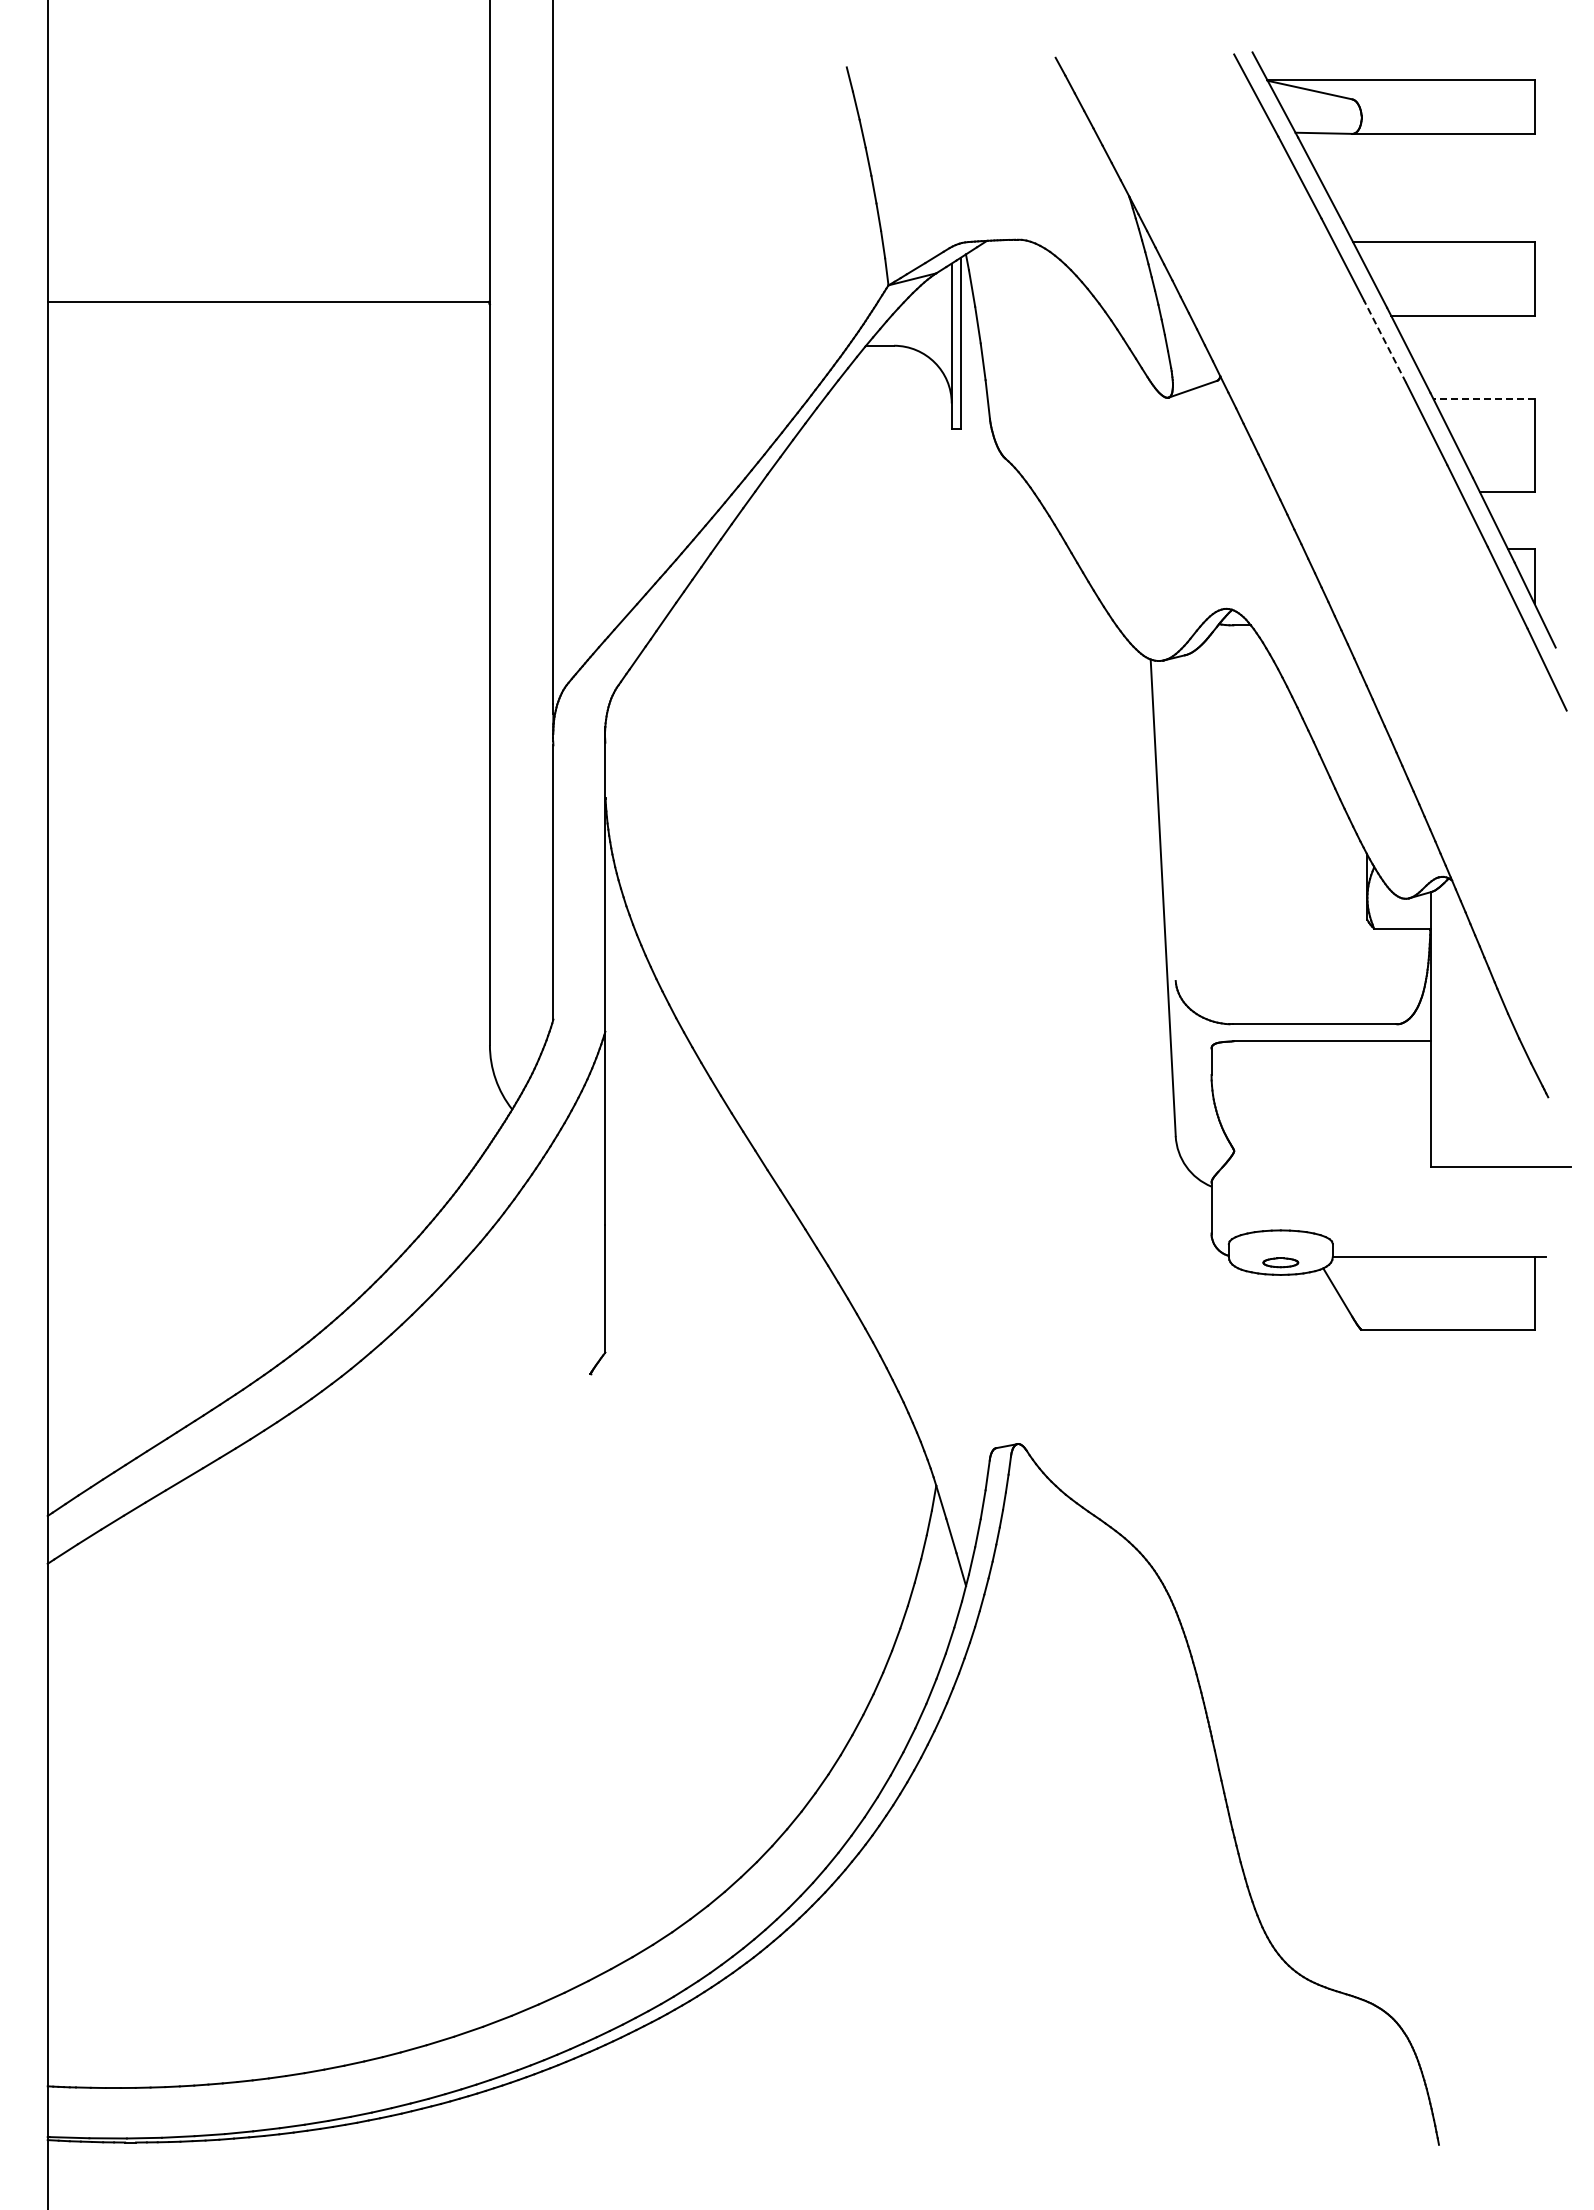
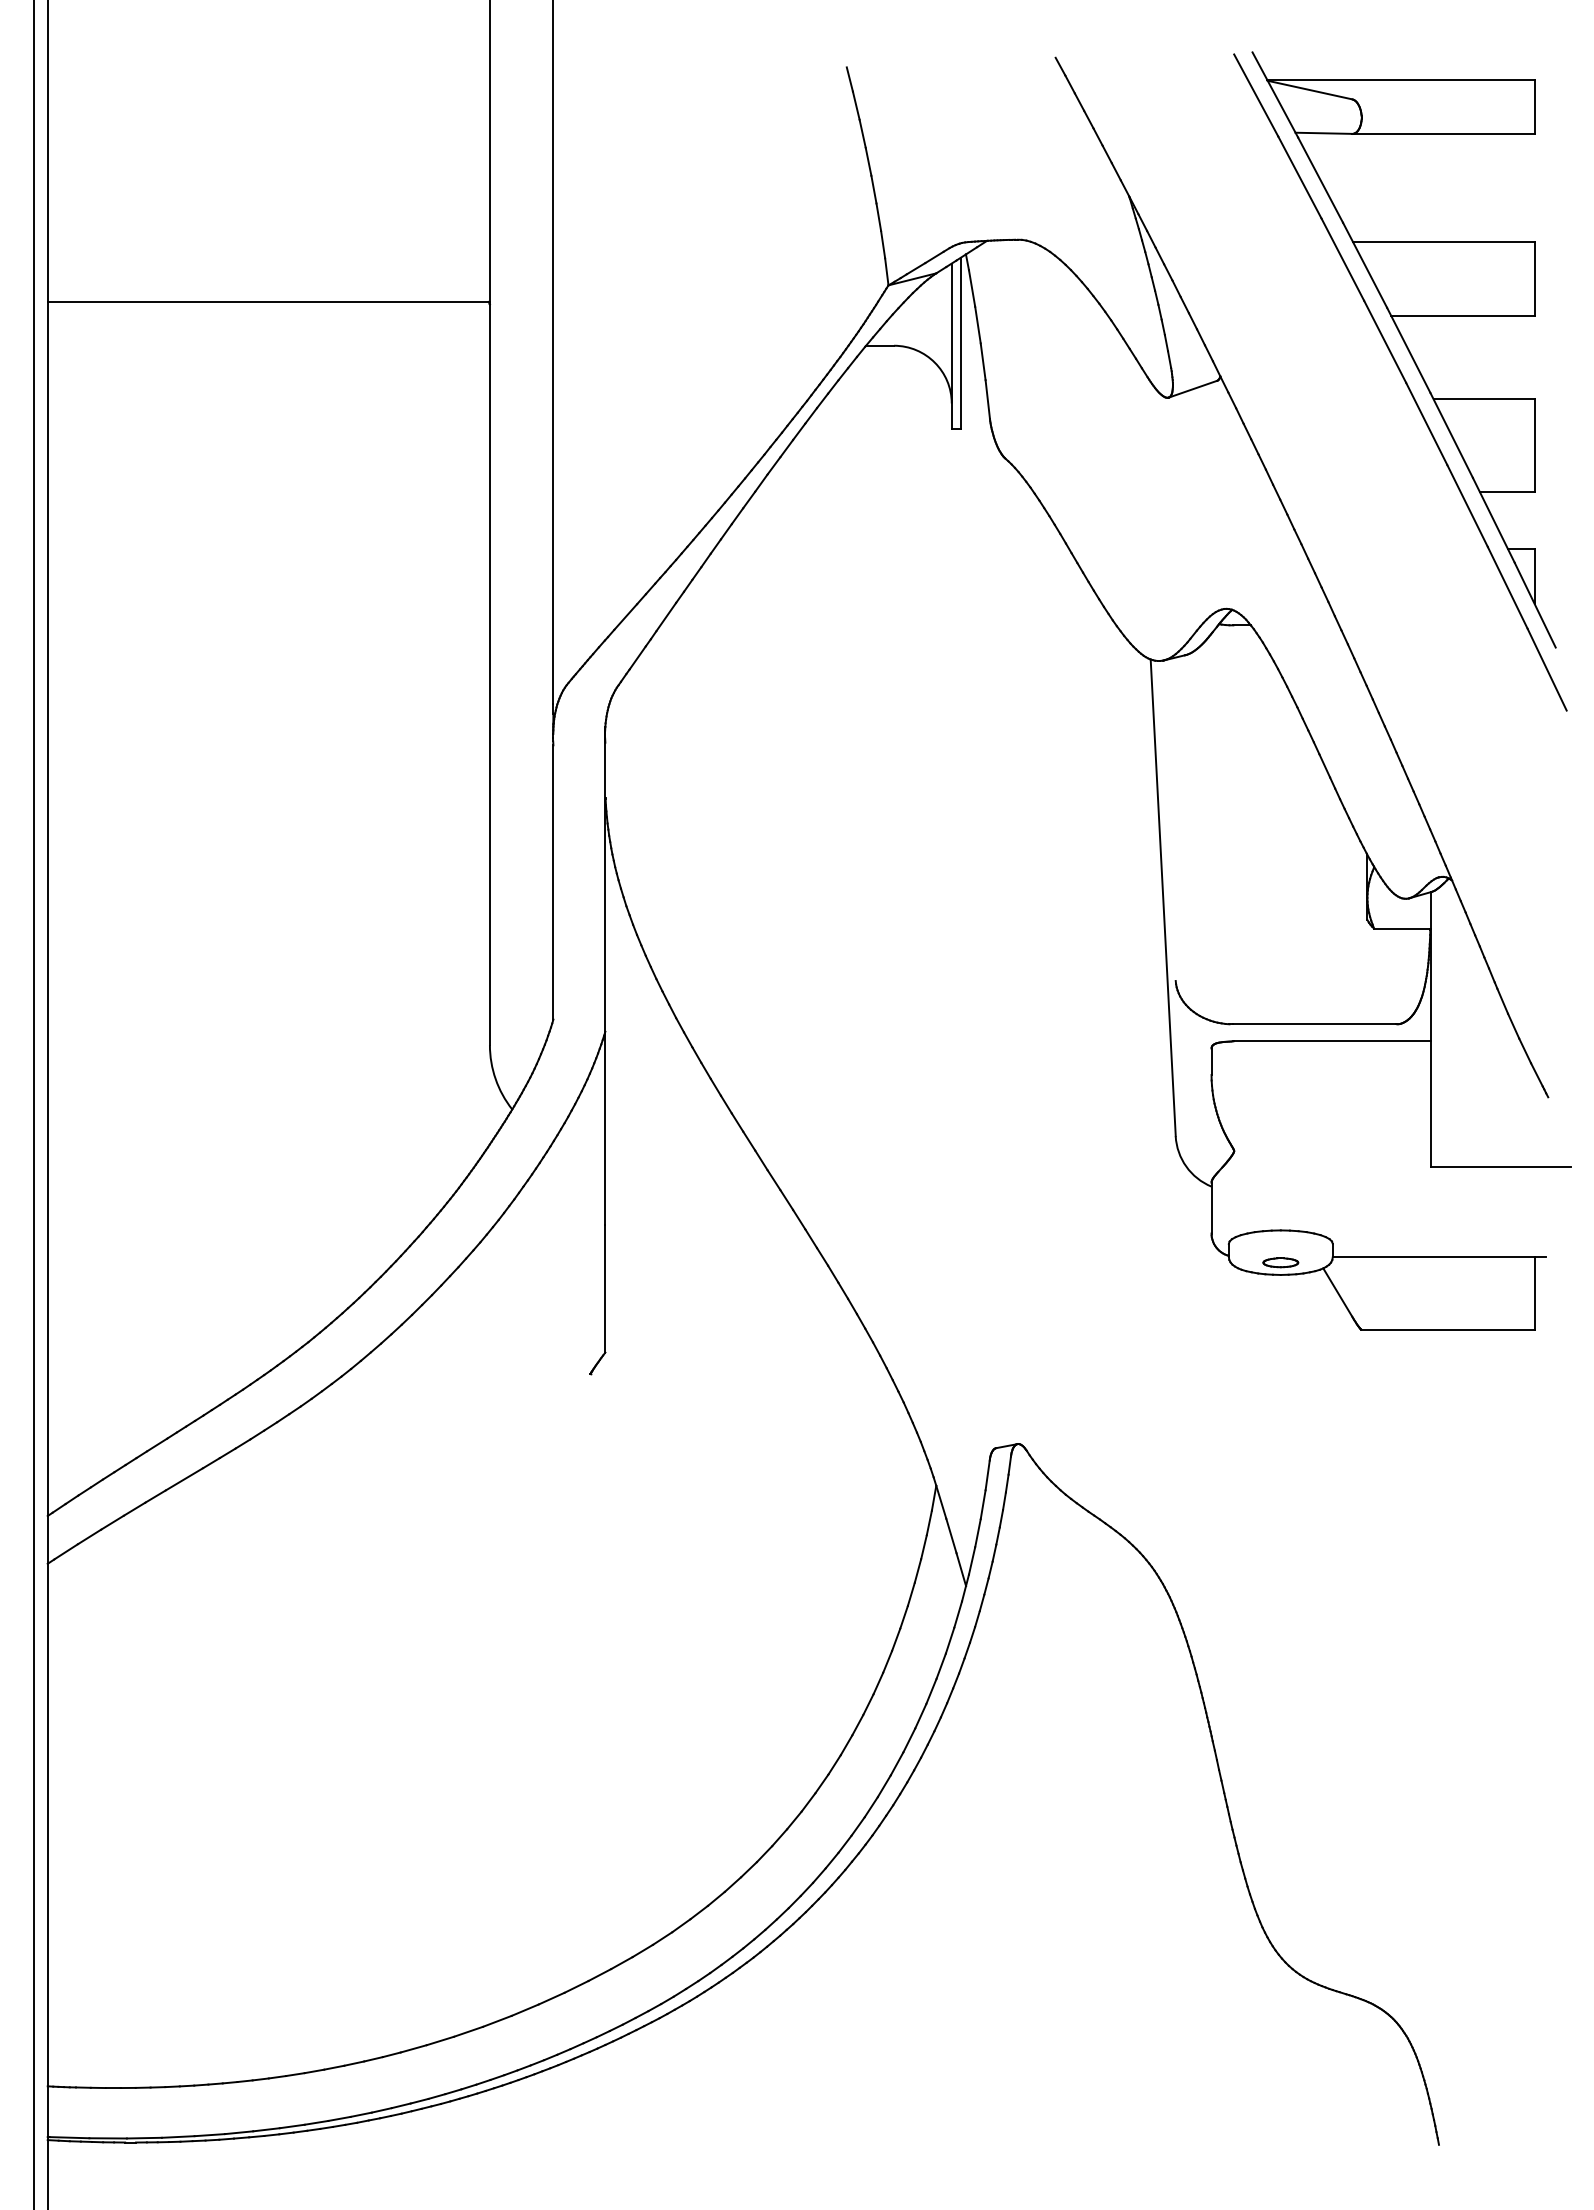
line at (1384, 341): dashed -> solid
line at (1484, 399): dashed -> solid
line at (33, 1104): none -> present
